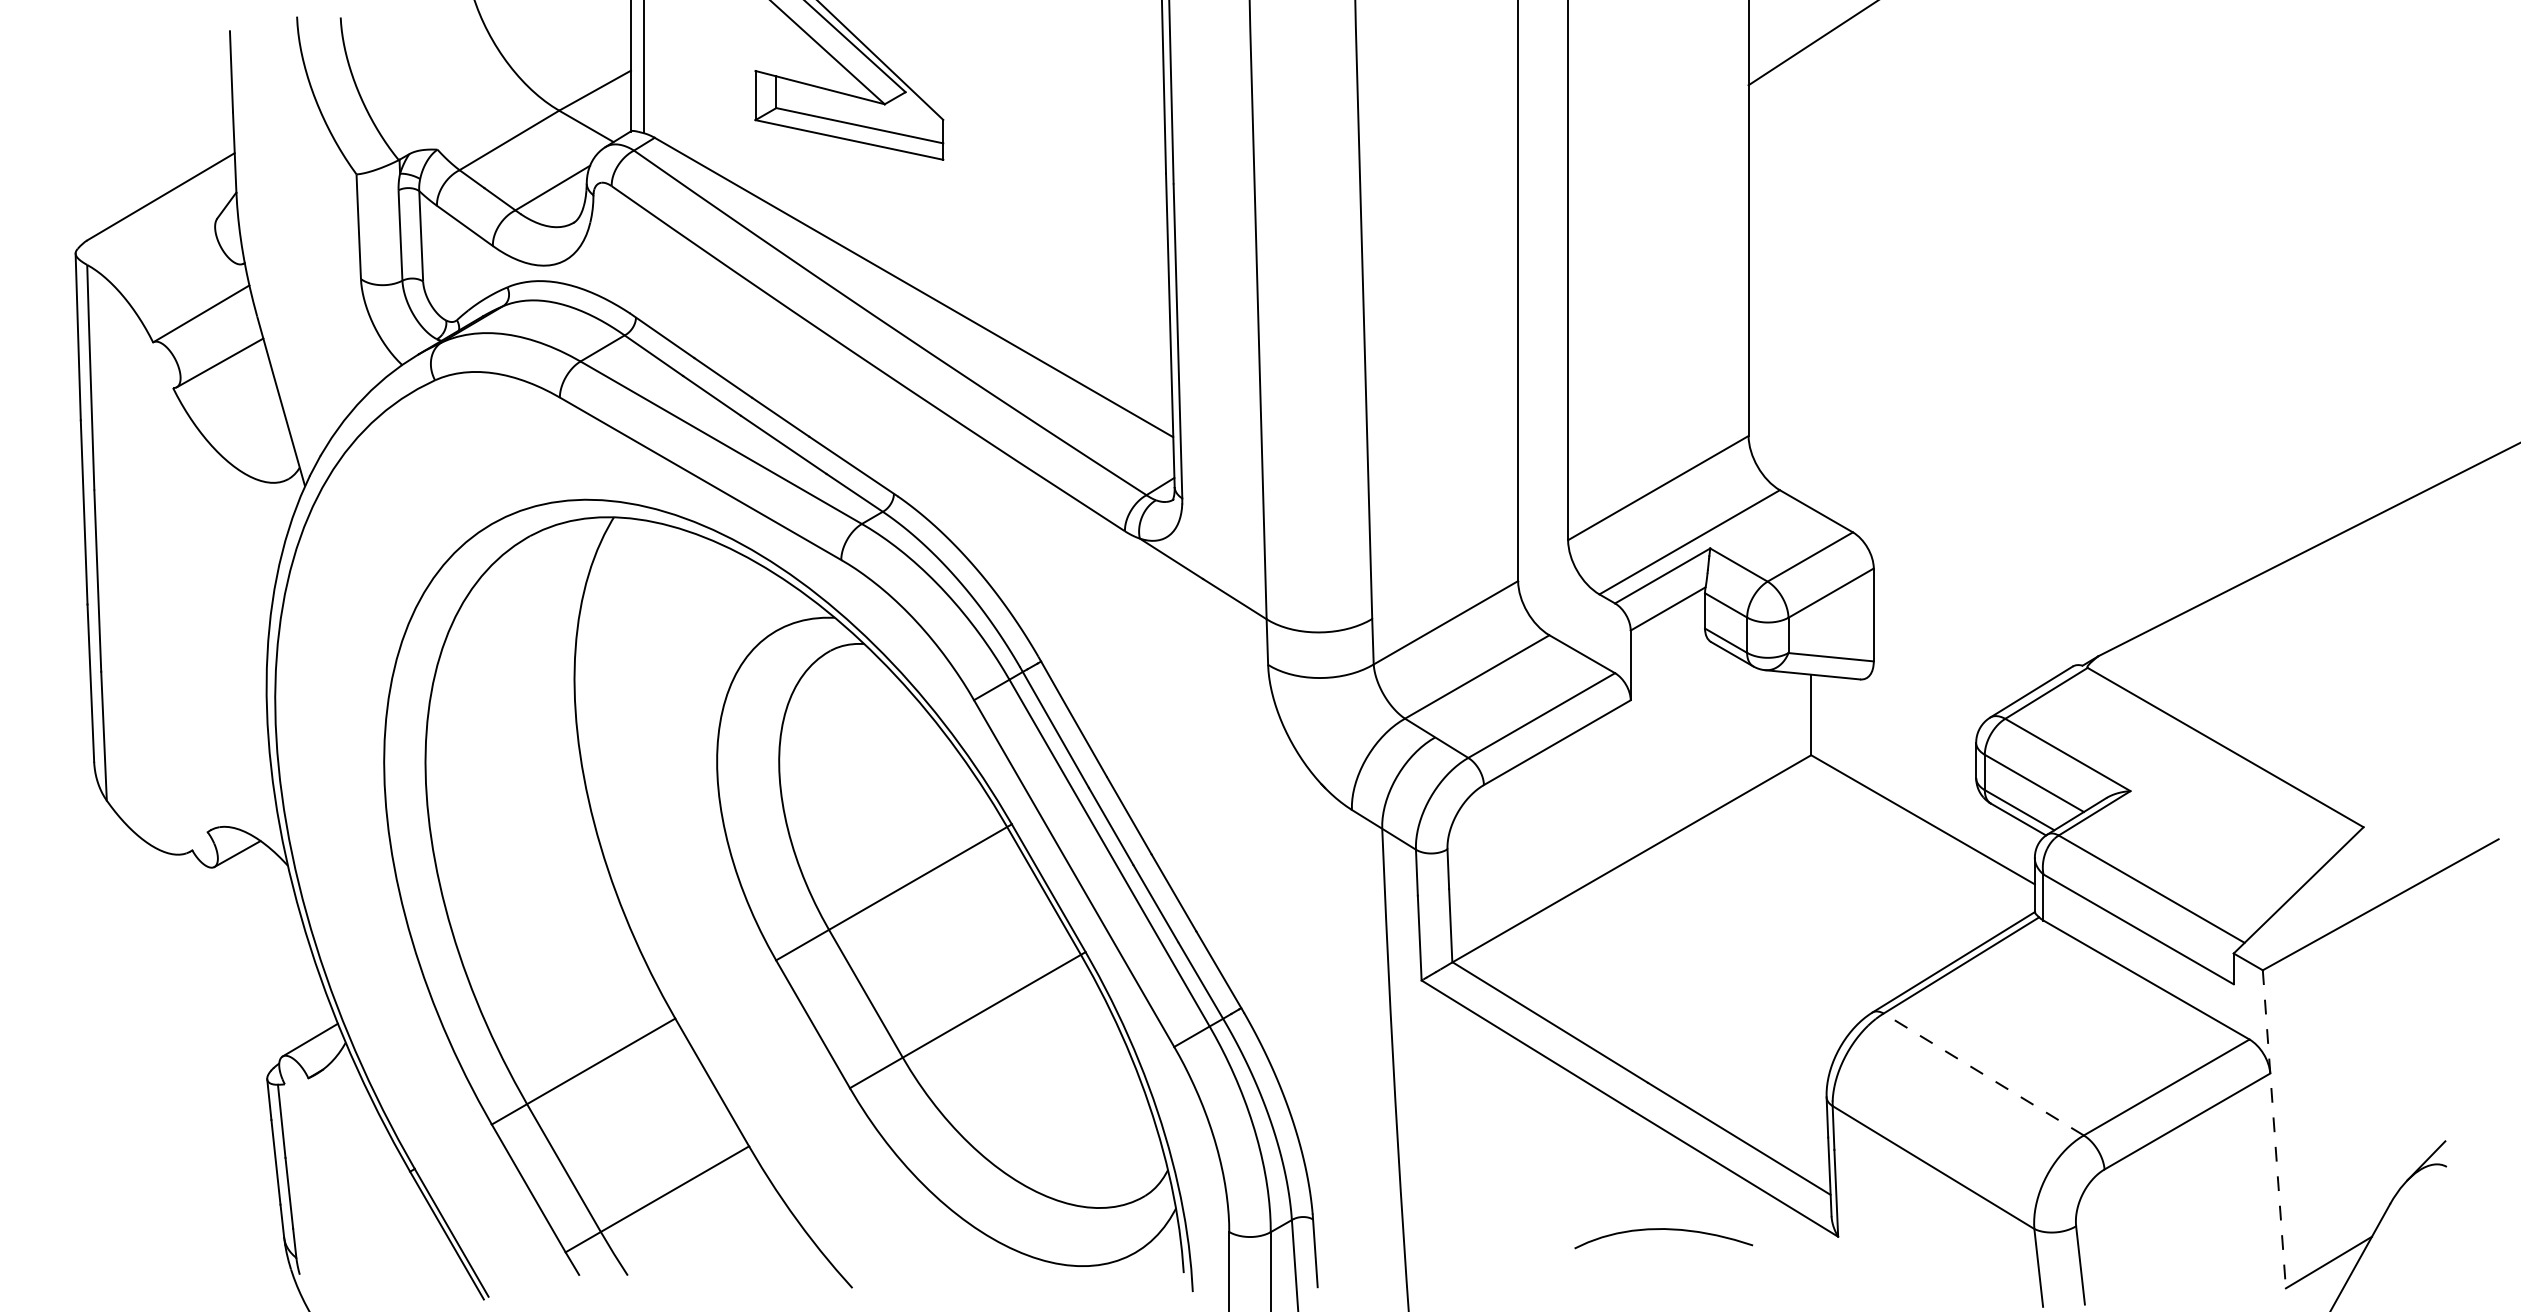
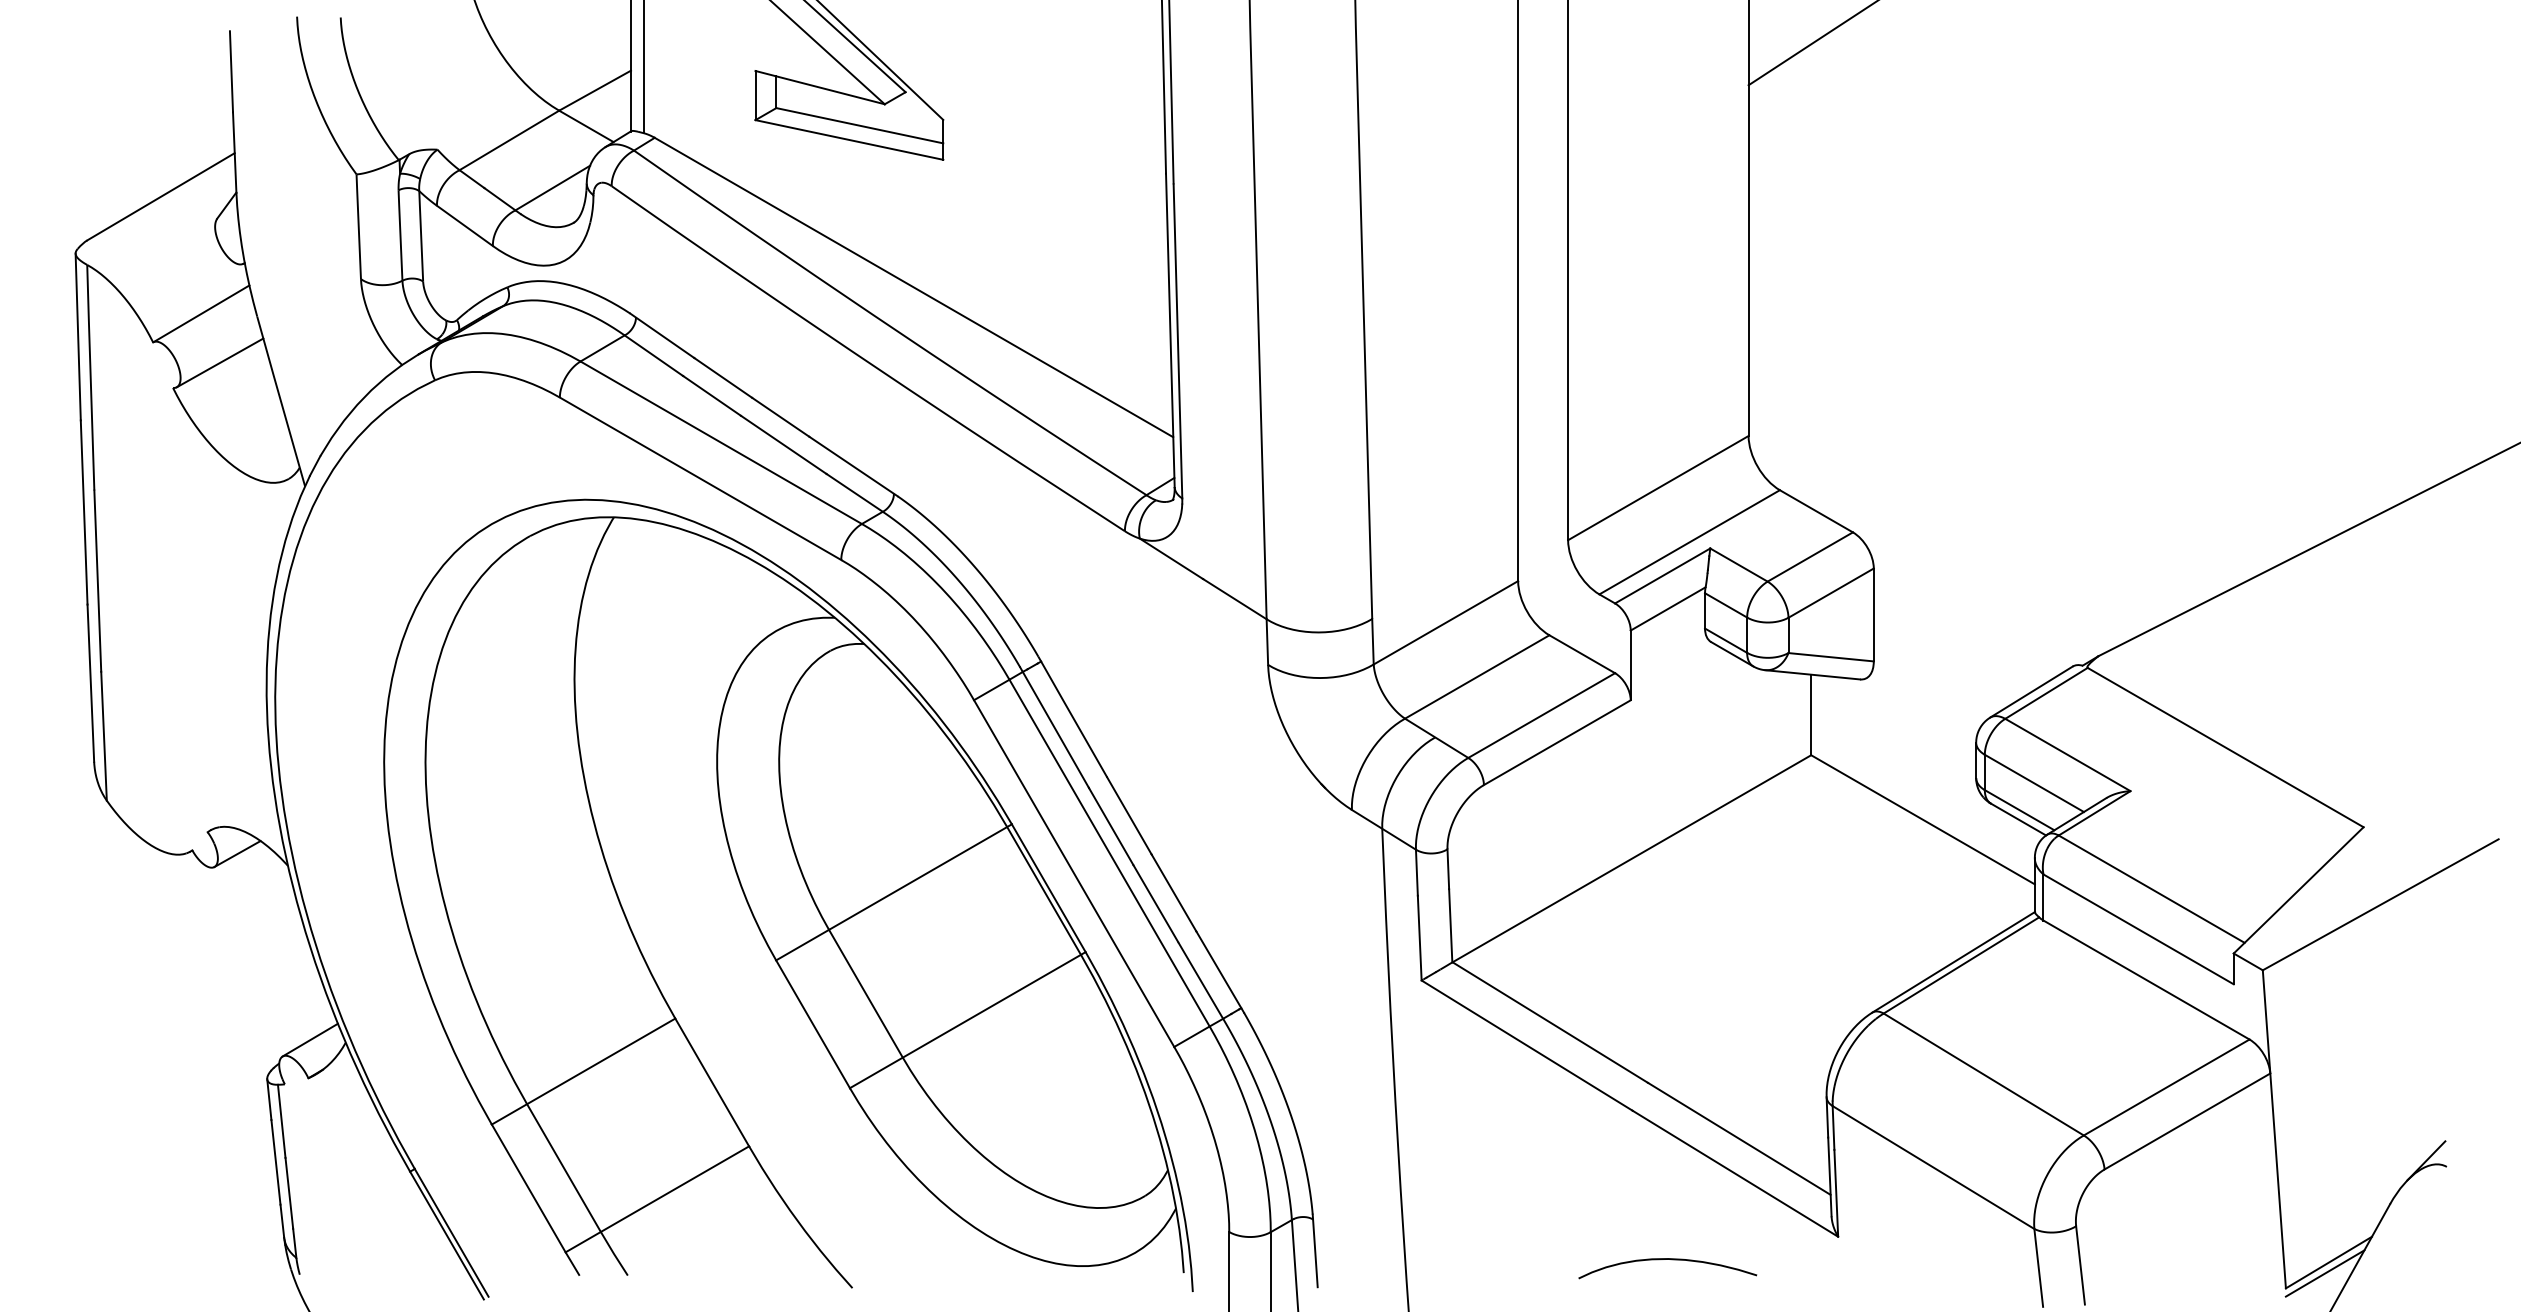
line at (1983, 1074): dashed -> solid
line at (2274, 1129): dashed -> solid
curve at (1667, 1230) position: (1667, 1230) -> (1671, 1260)
line at (2324, 1273): none -> present
